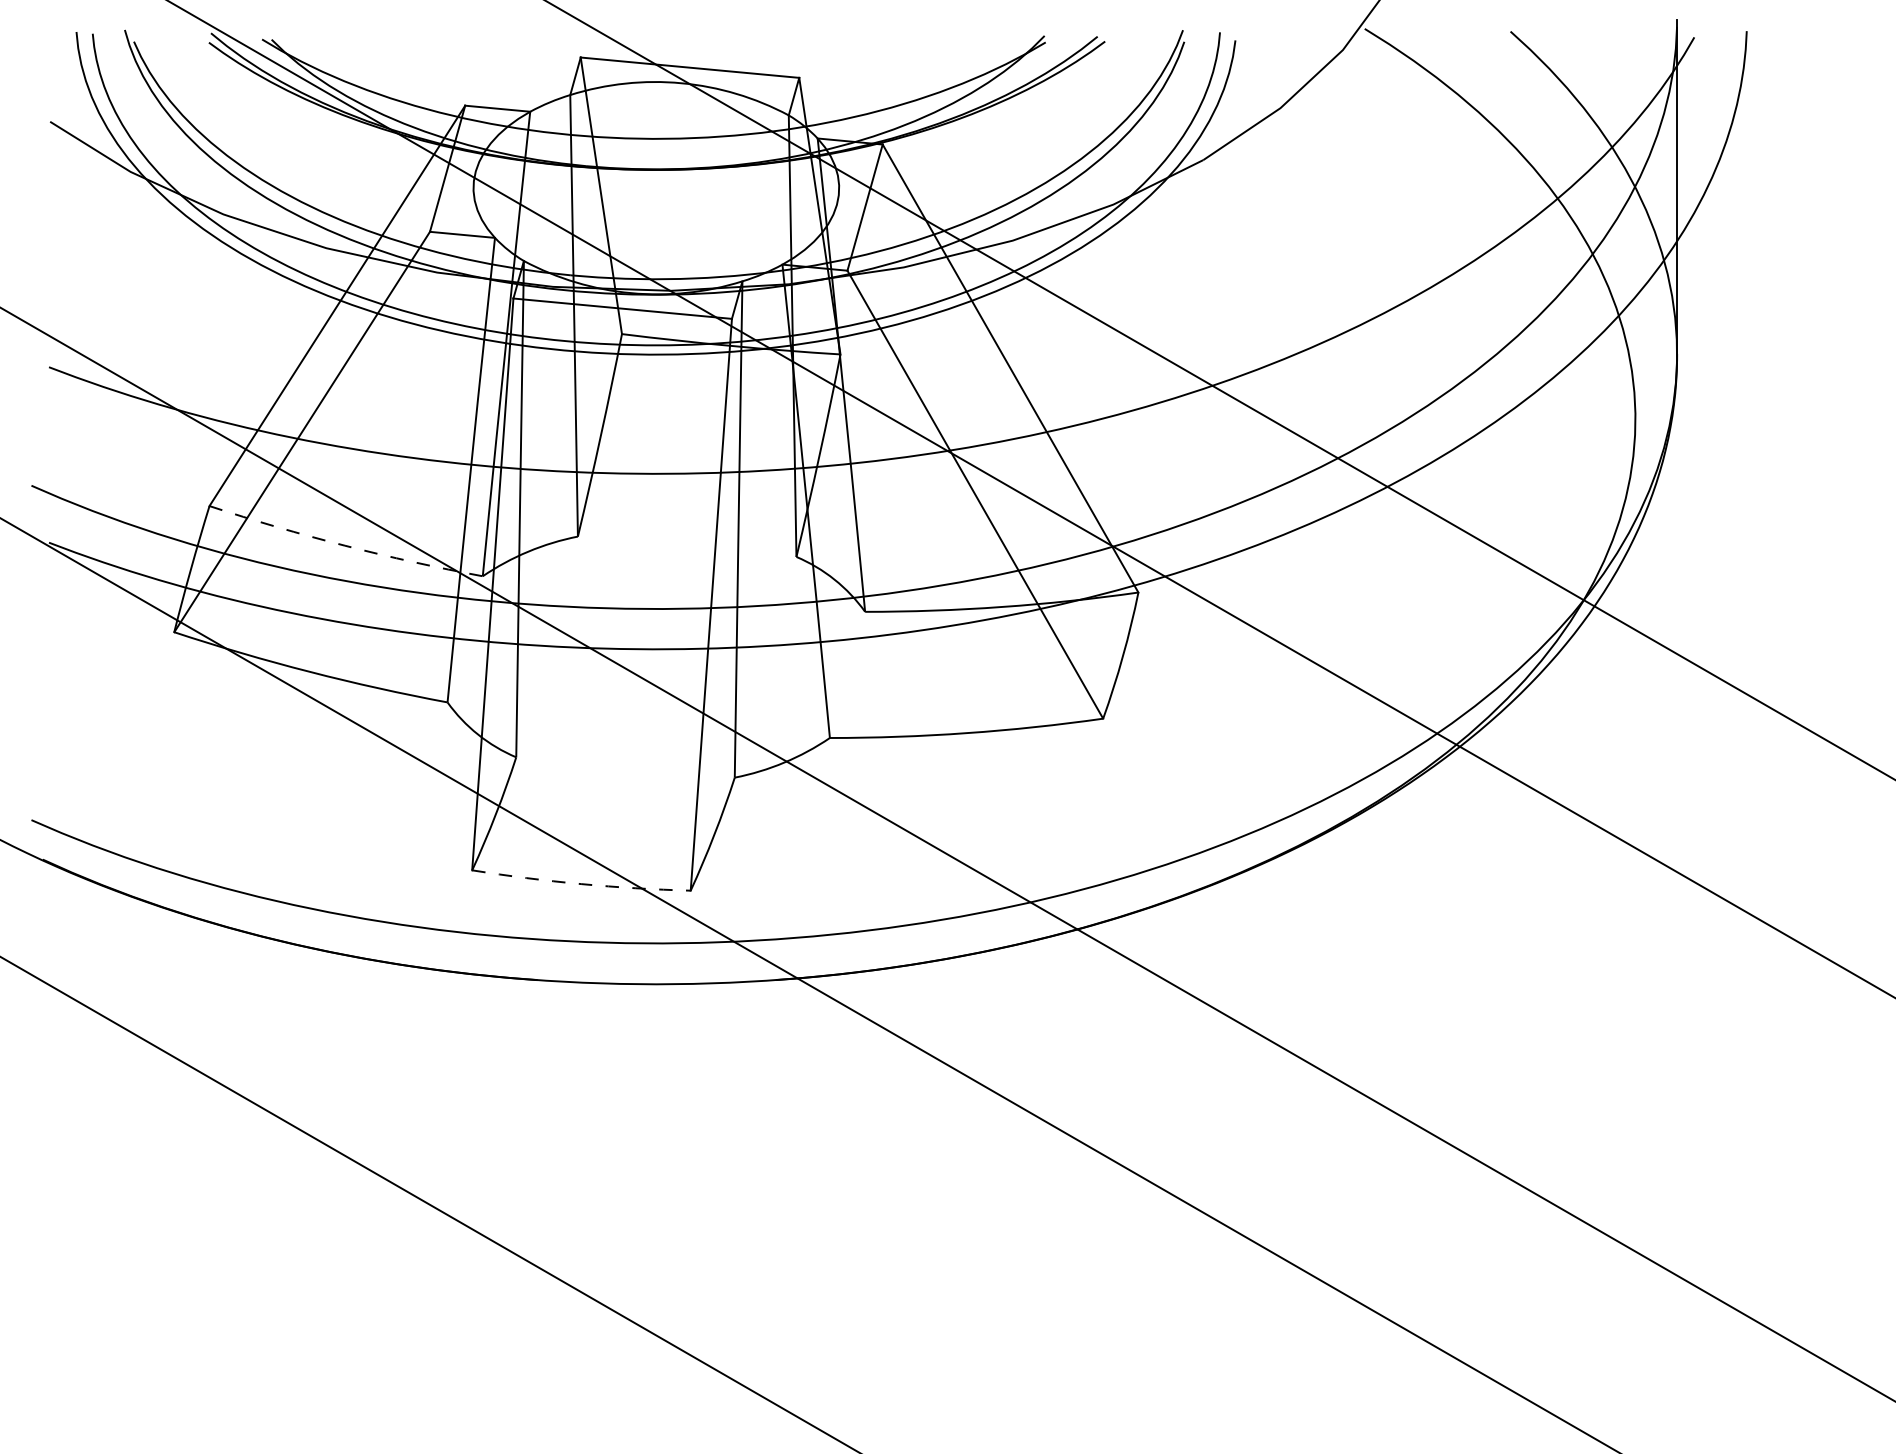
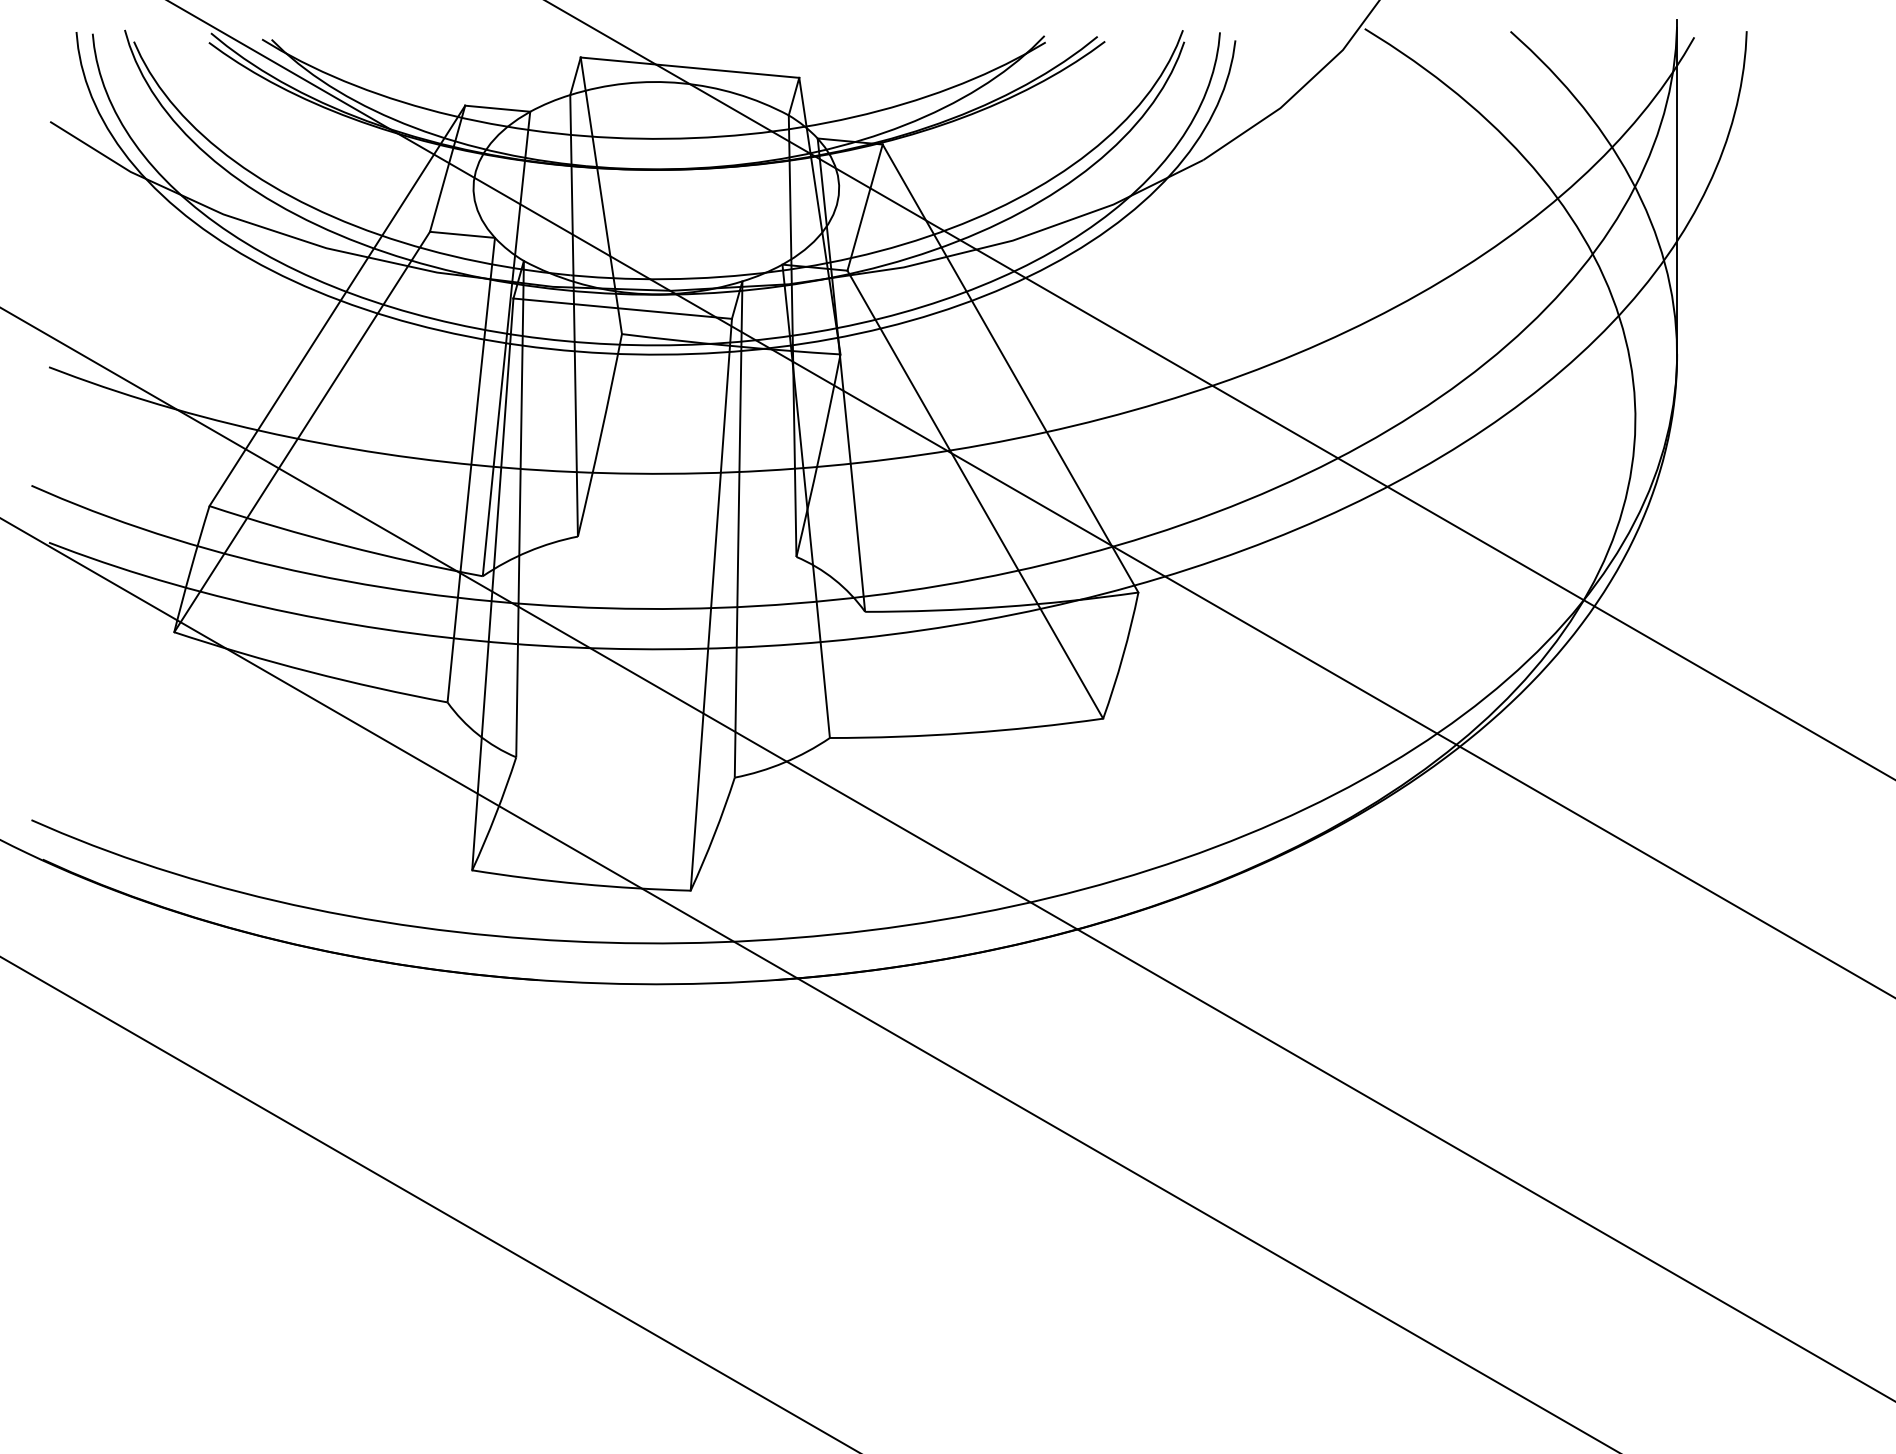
arc at (344, 545): dashed -> solid
arc at (581, 884): dashed -> solid
